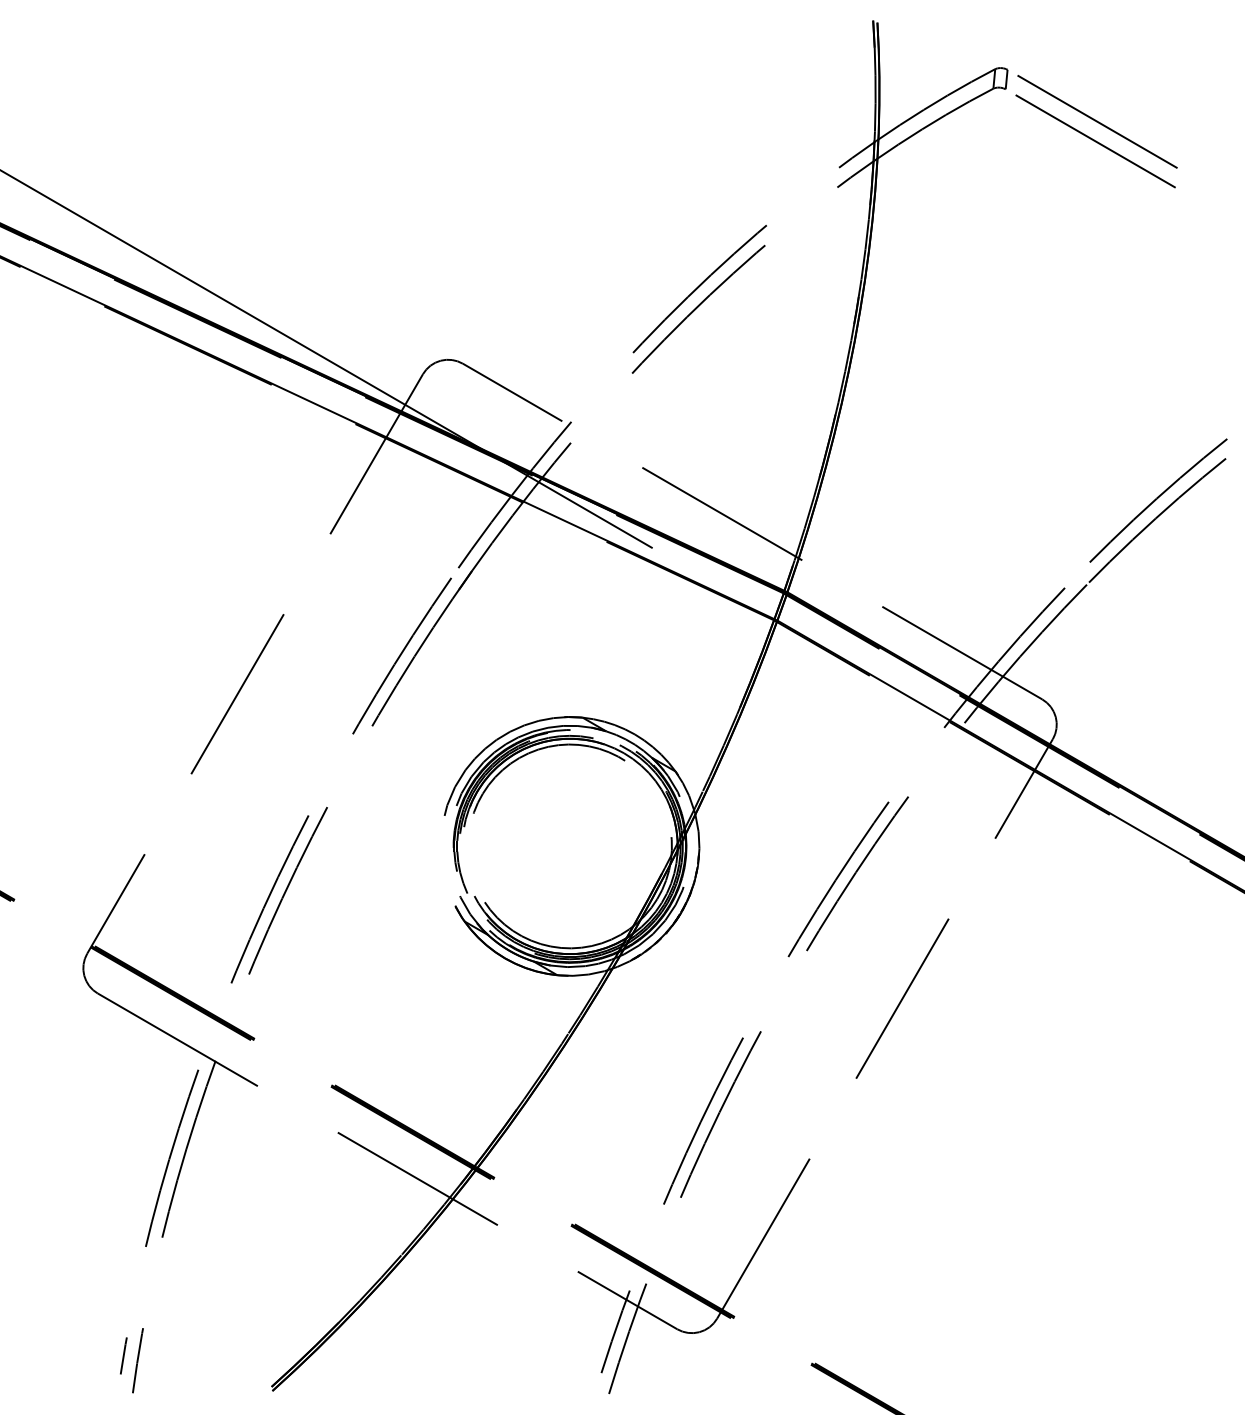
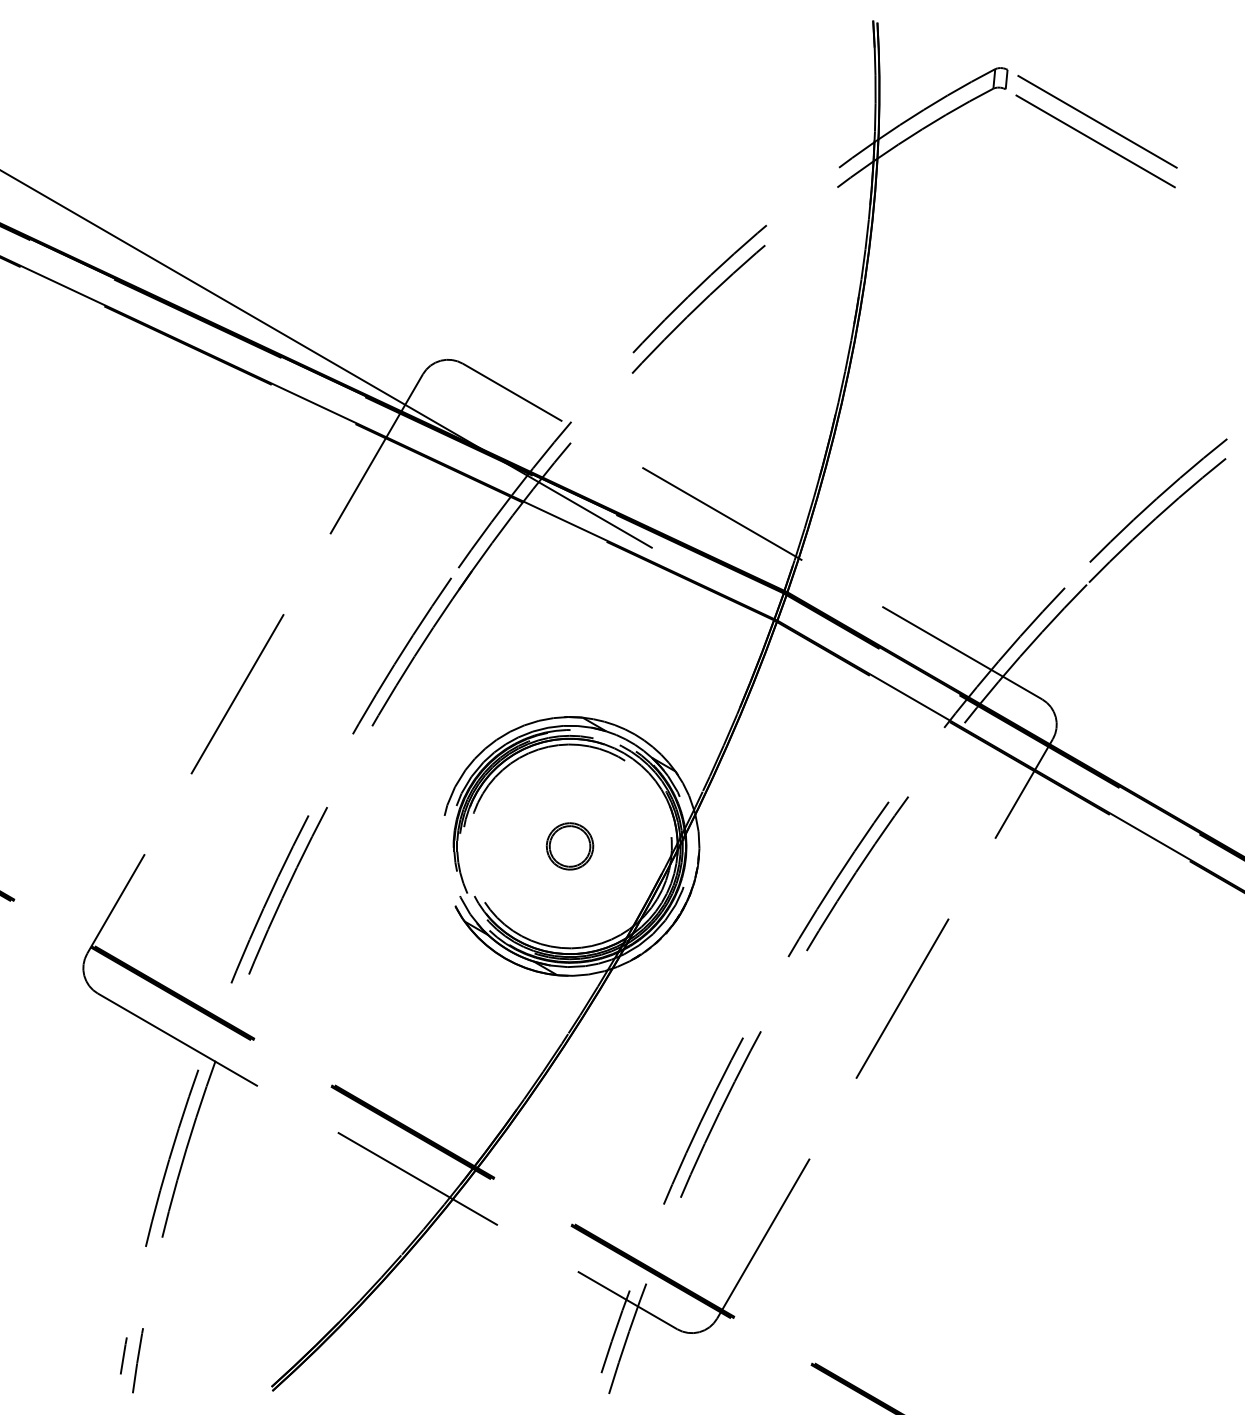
part at (569, 846): none -> present
